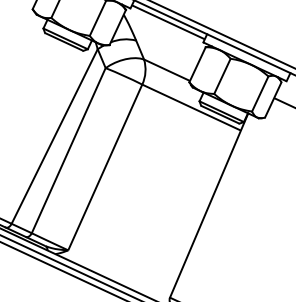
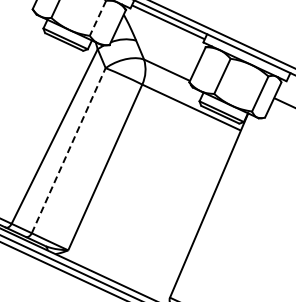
line at (97, 18): solid -> dashed
line at (68, 150): solid -> dashed
